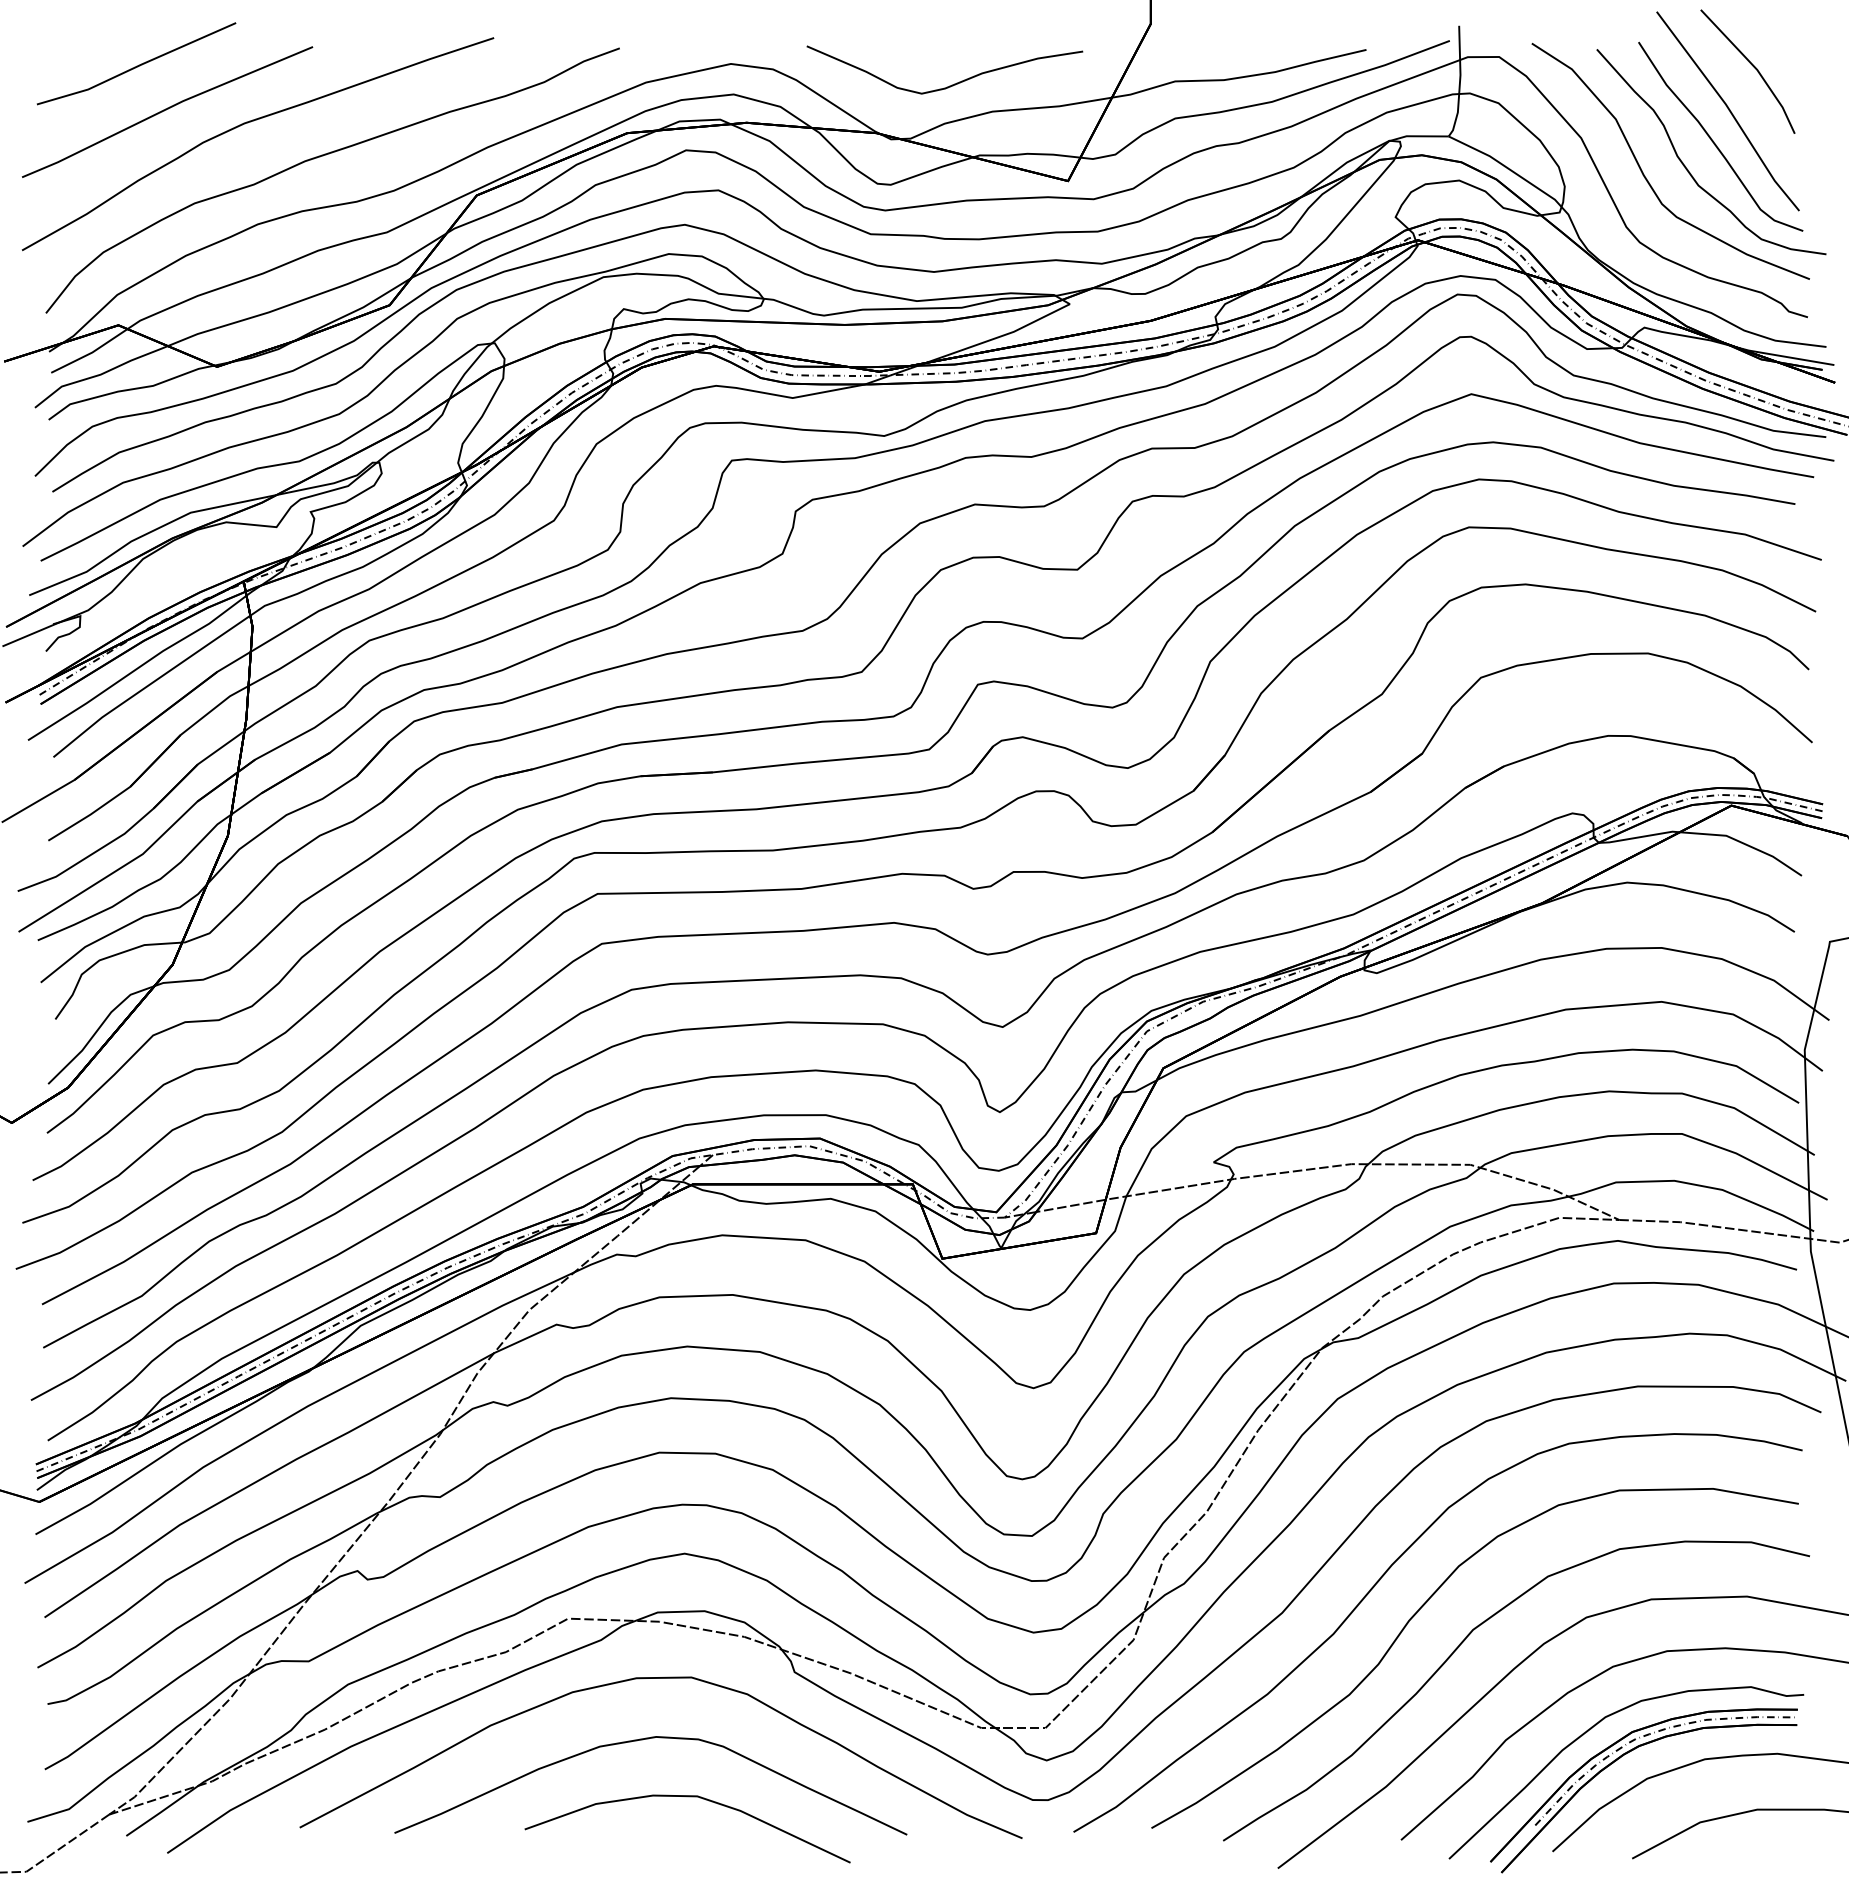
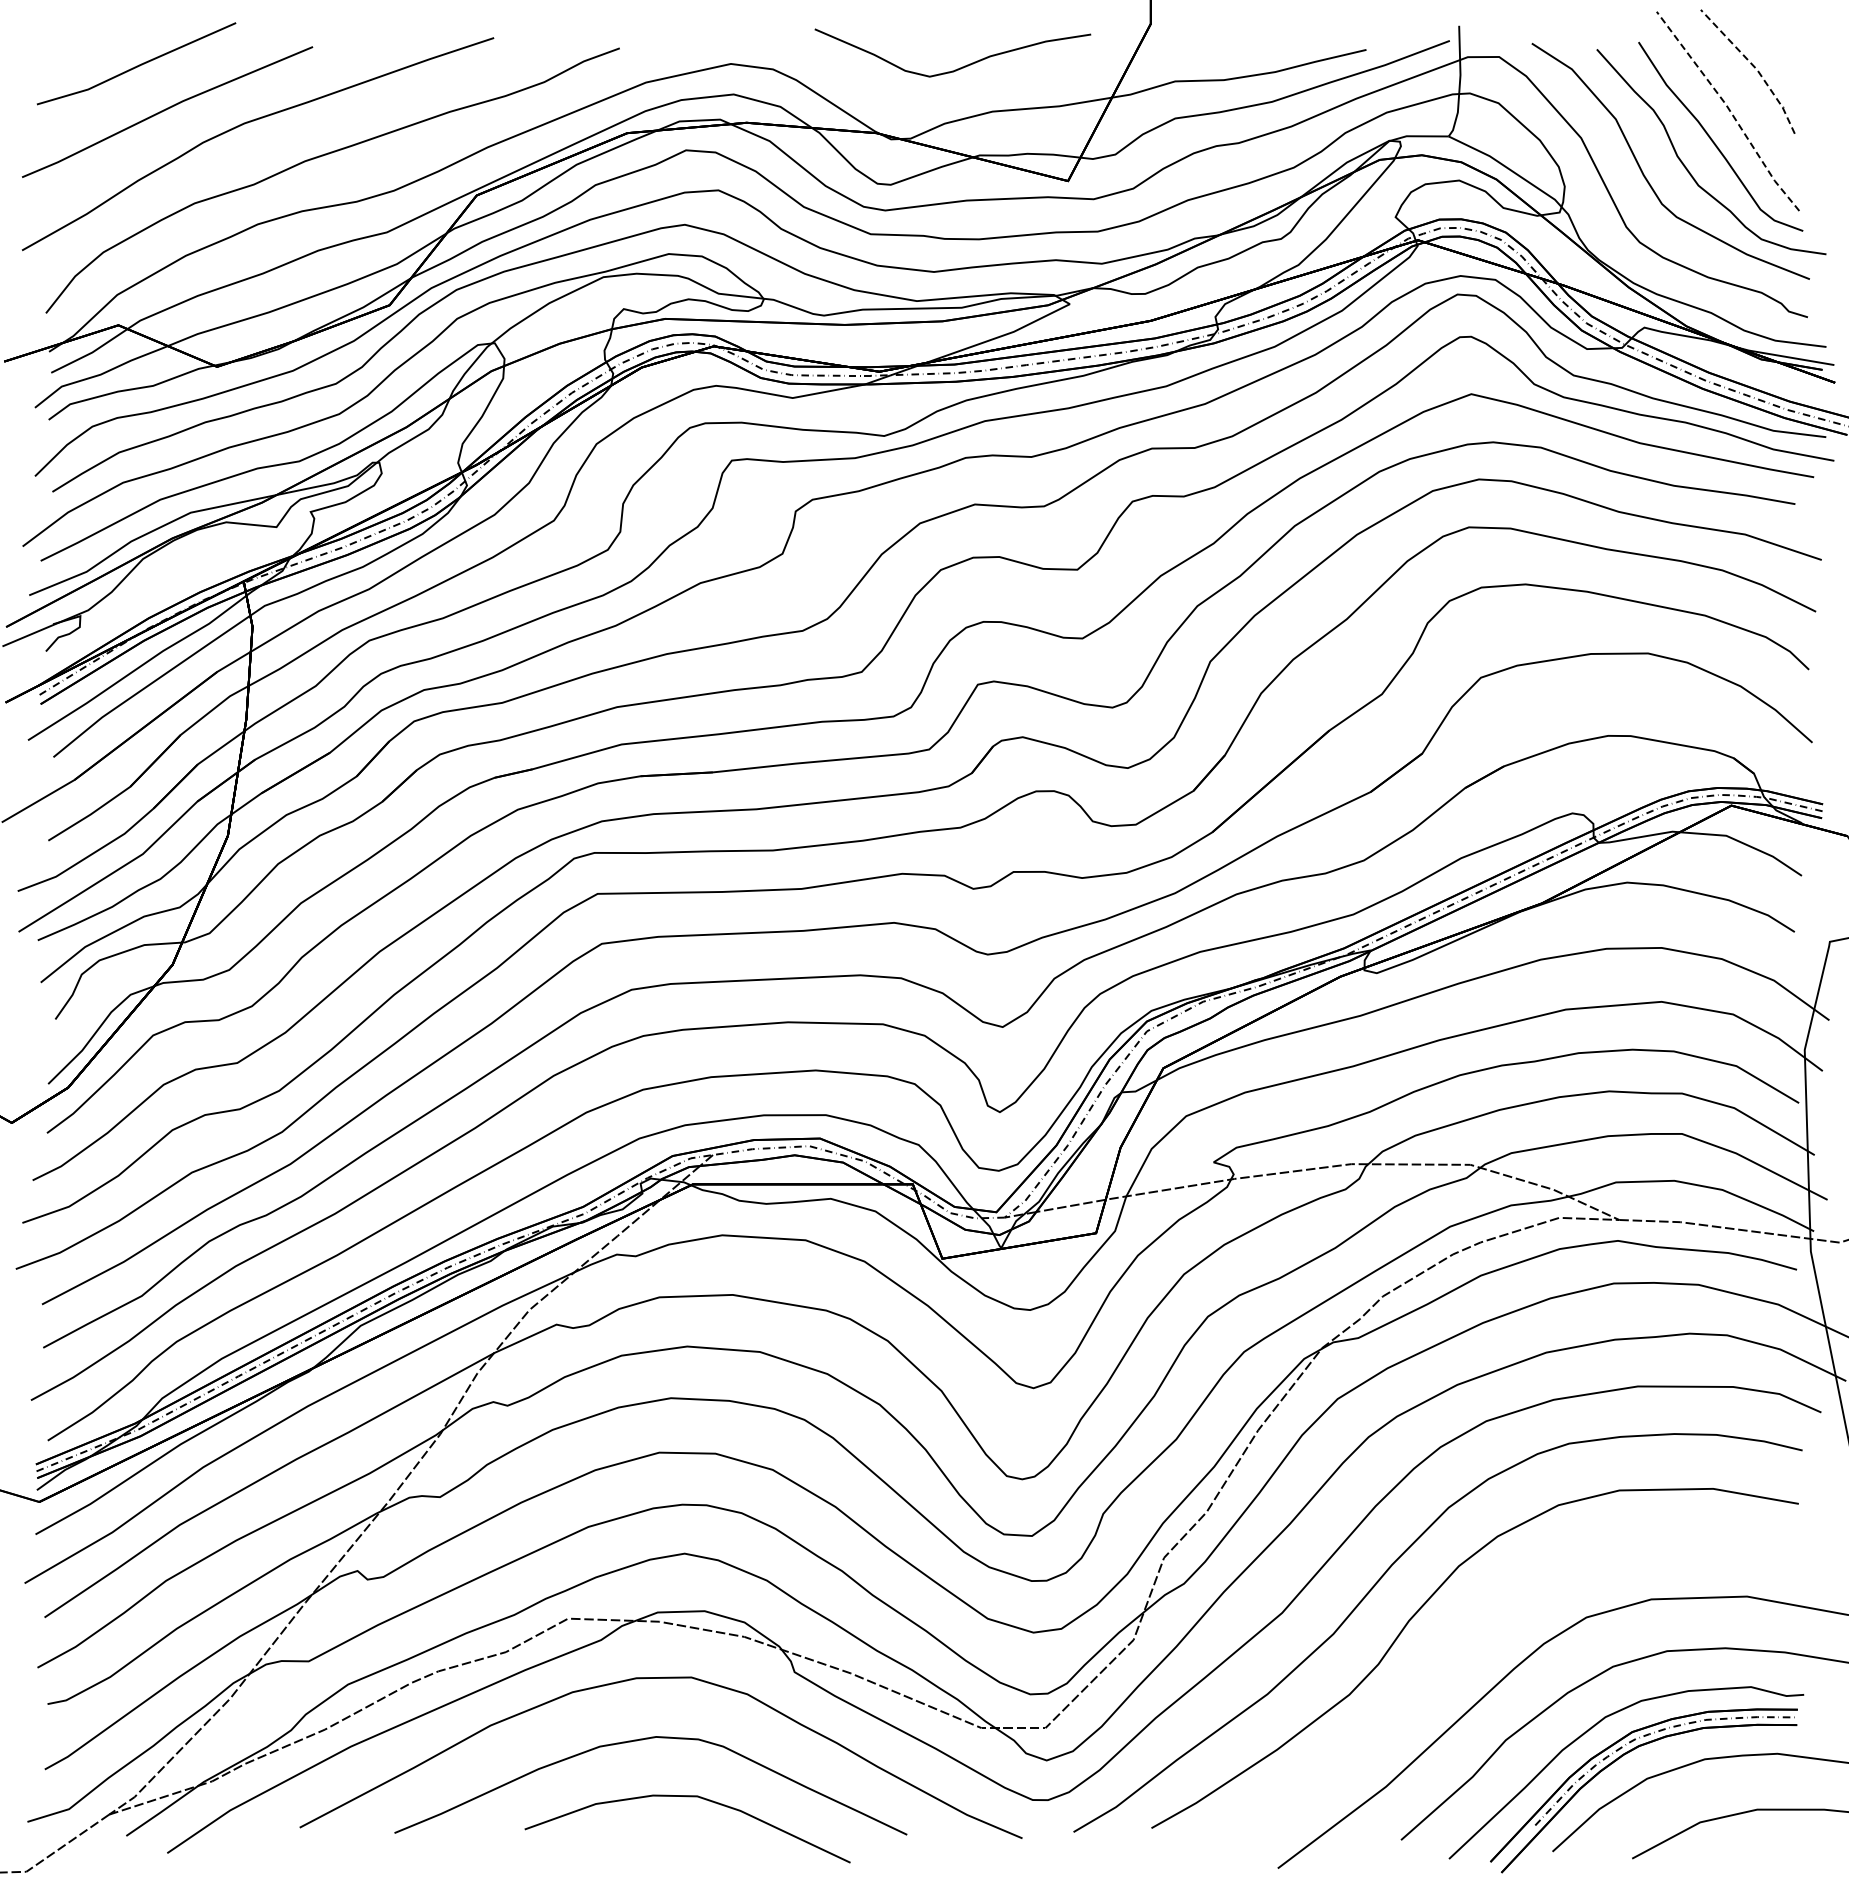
line at (1755, 67): solid -> dashed
curve at (949, 85) position: (949, 85) -> (957, 68)
line at (1729, 110): solid -> dashed
curve at (1465, 1640): present -> none
